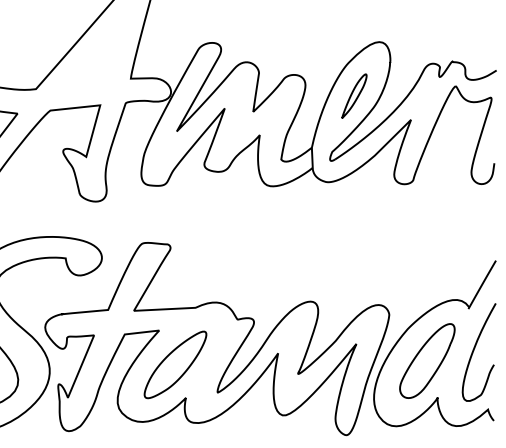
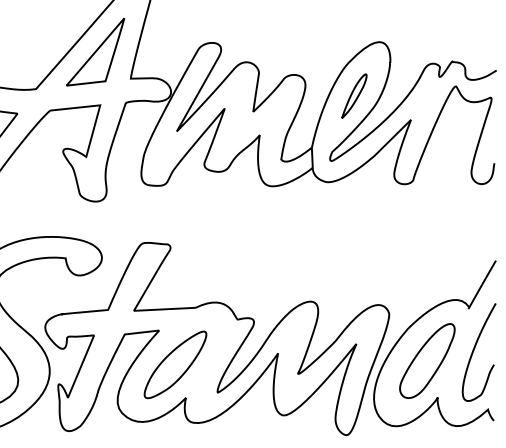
part at (95, 52): none -> present
